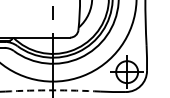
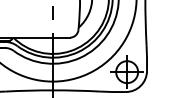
arc at (52, 90): dashed -> solid
